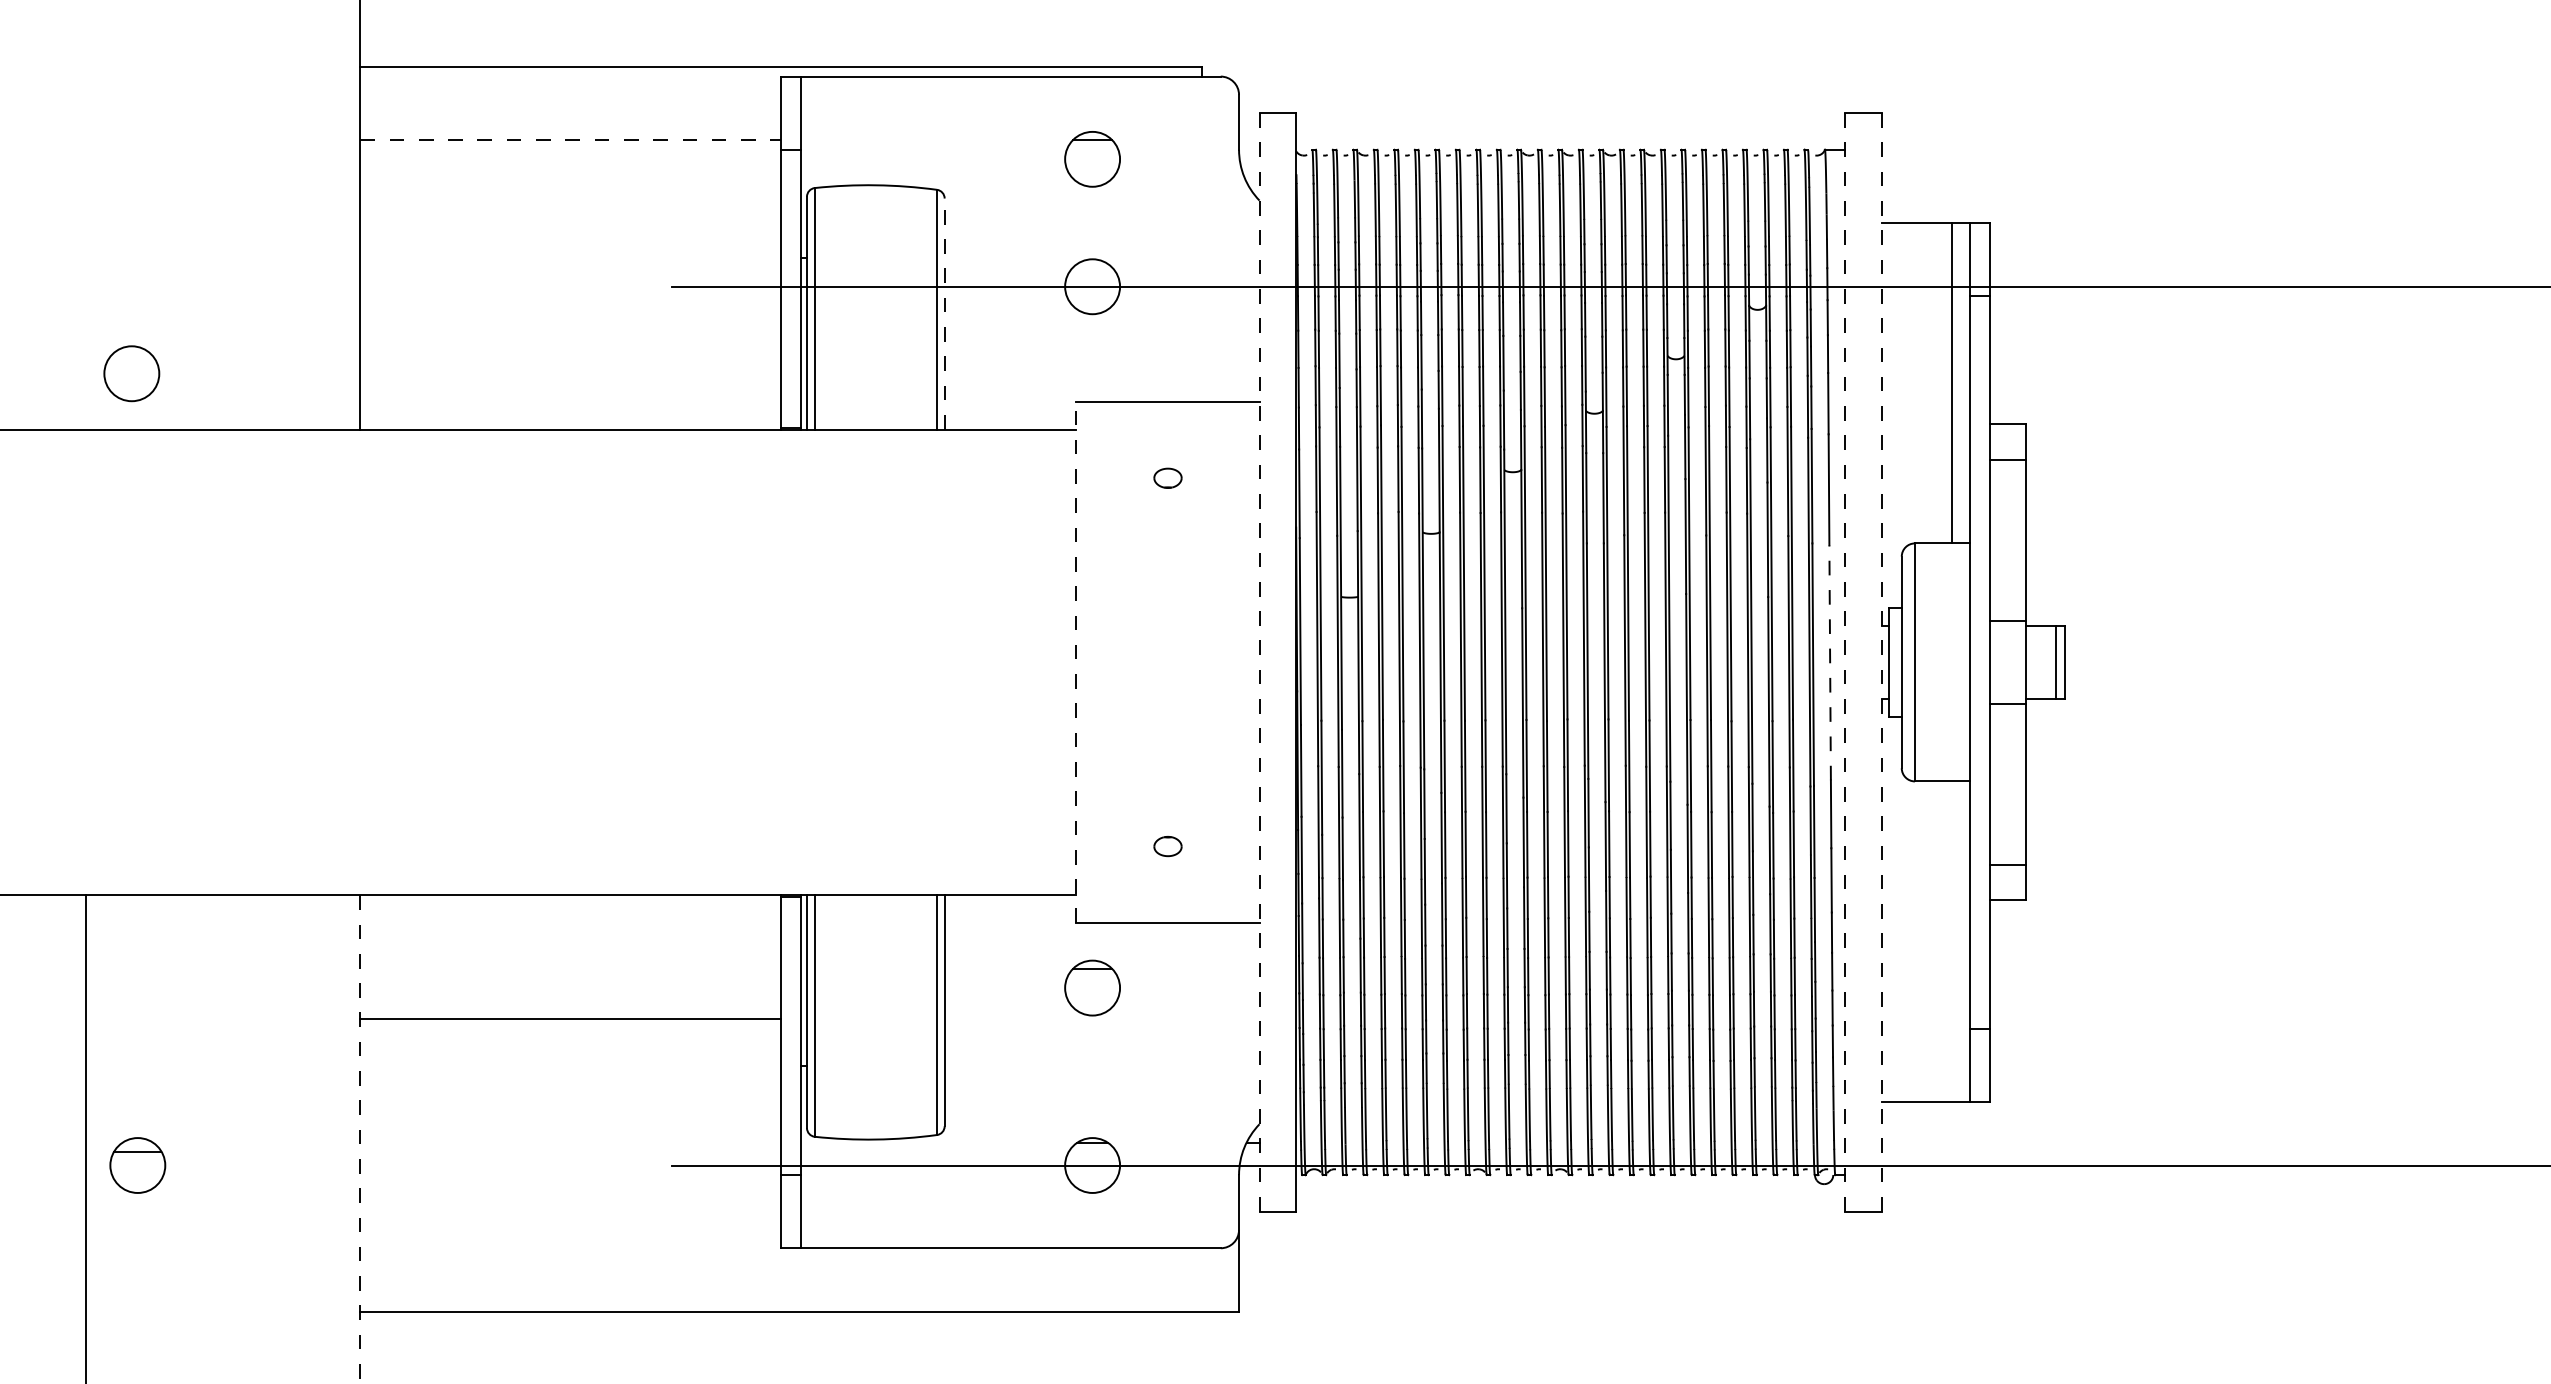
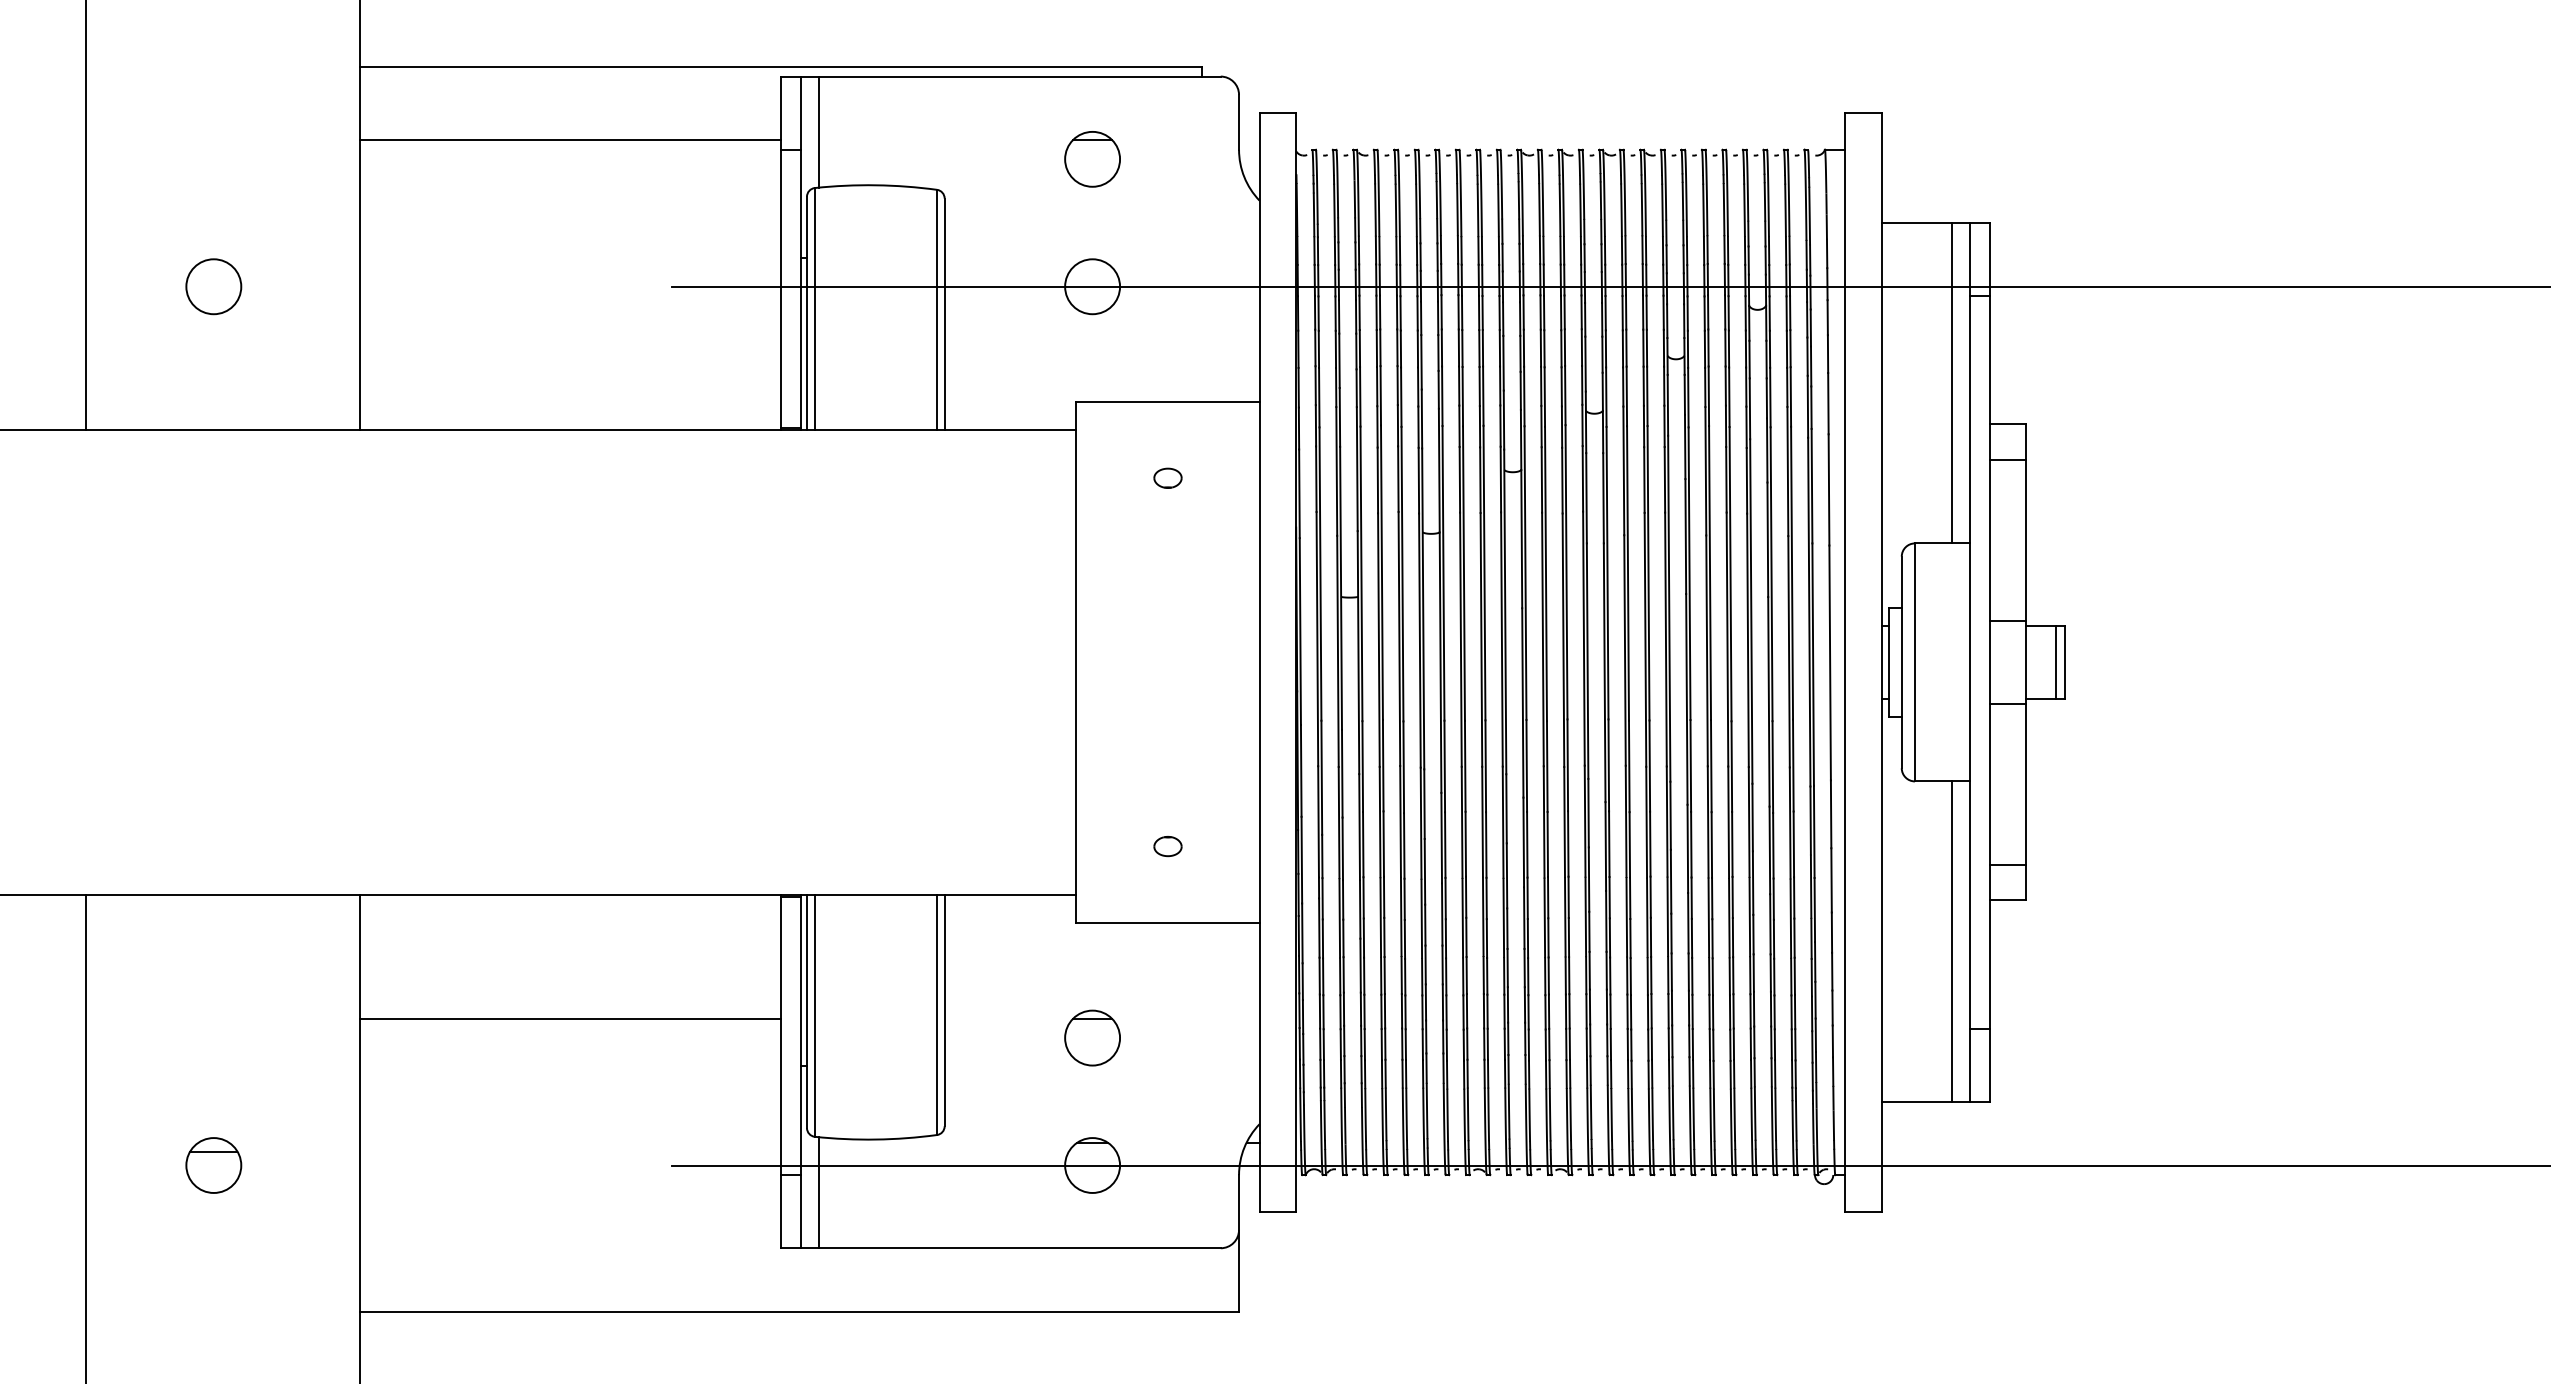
line at (819, 131): none -> present
line at (570, 140): dashed -> solid
line at (85, 215): none -> present
line at (944, 314): dashed -> solid
circle at (131, 373) position: (131, 373) -> (213, 286)
line at (1259, 661): dashed -> solid
line at (1076, 662): dashed -> solid
line at (1830, 662): dashed -> solid
line at (1845, 662): dashed -> solid
line at (1882, 662): dashed -> solid
line at (1951, 941): none -> present
part at (1092, 987) position: (1092, 987) -> (1092, 1037)
line at (360, 1140): dashed -> solid
part at (137, 1165) position: (137, 1165) -> (213, 1165)
line at (819, 1192): none -> present
